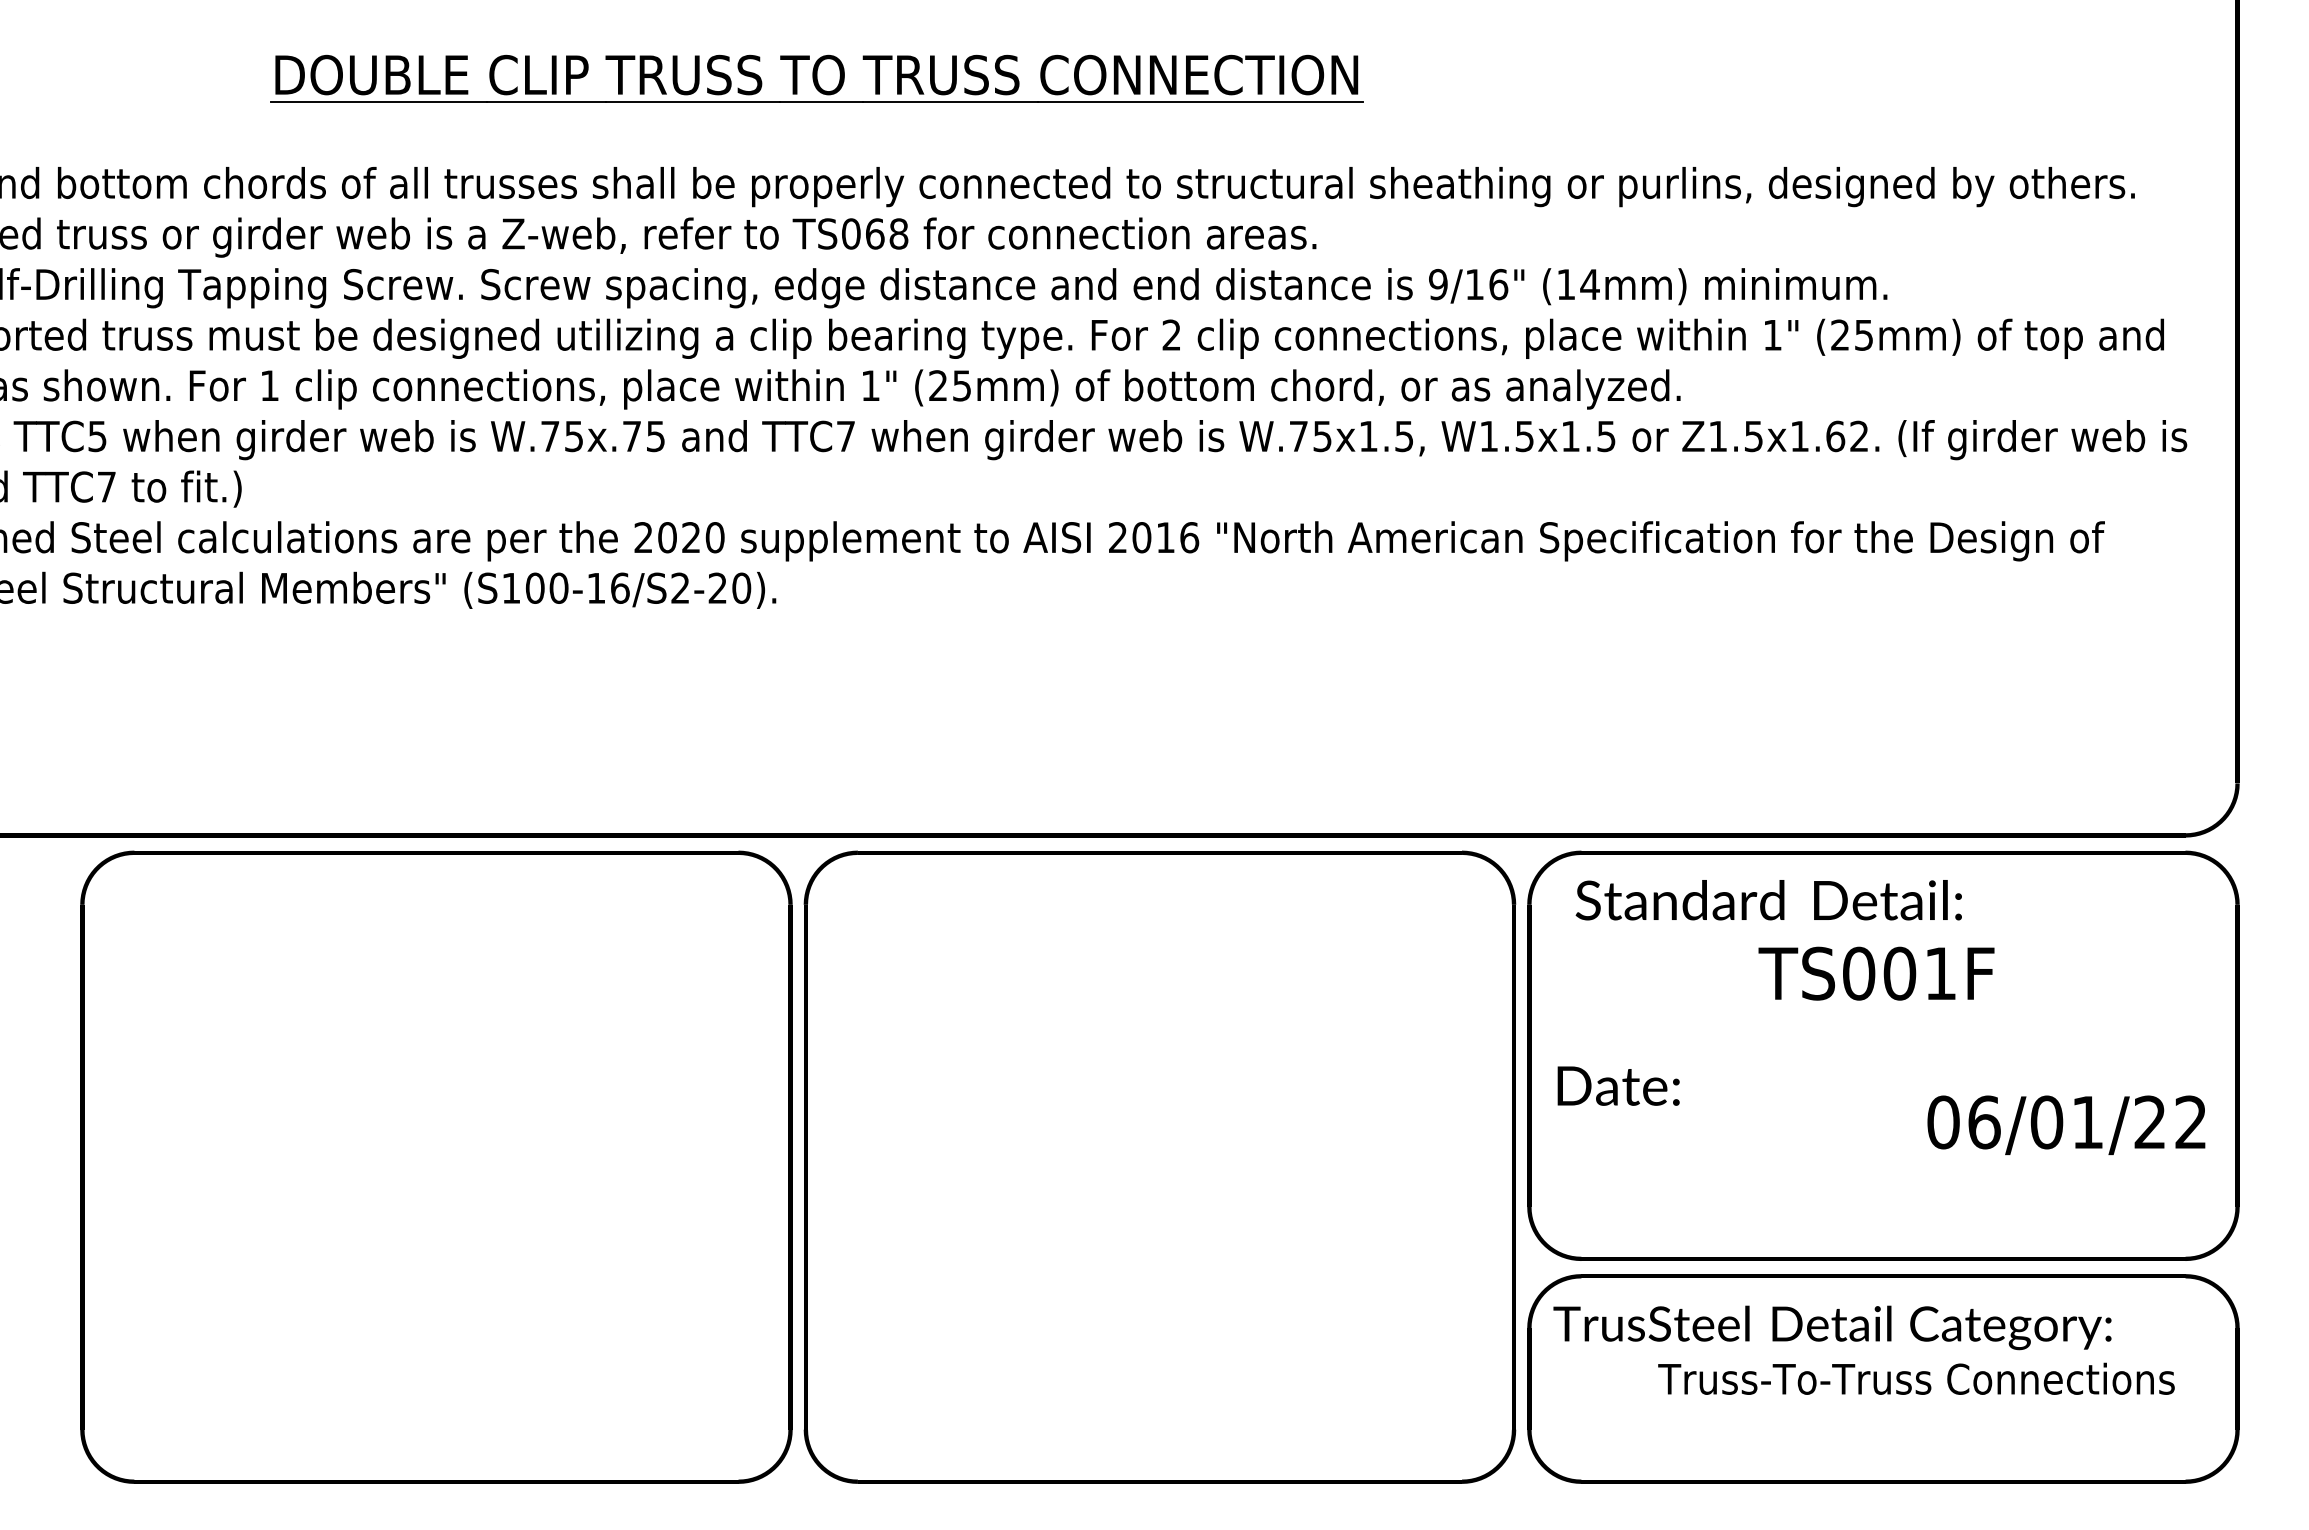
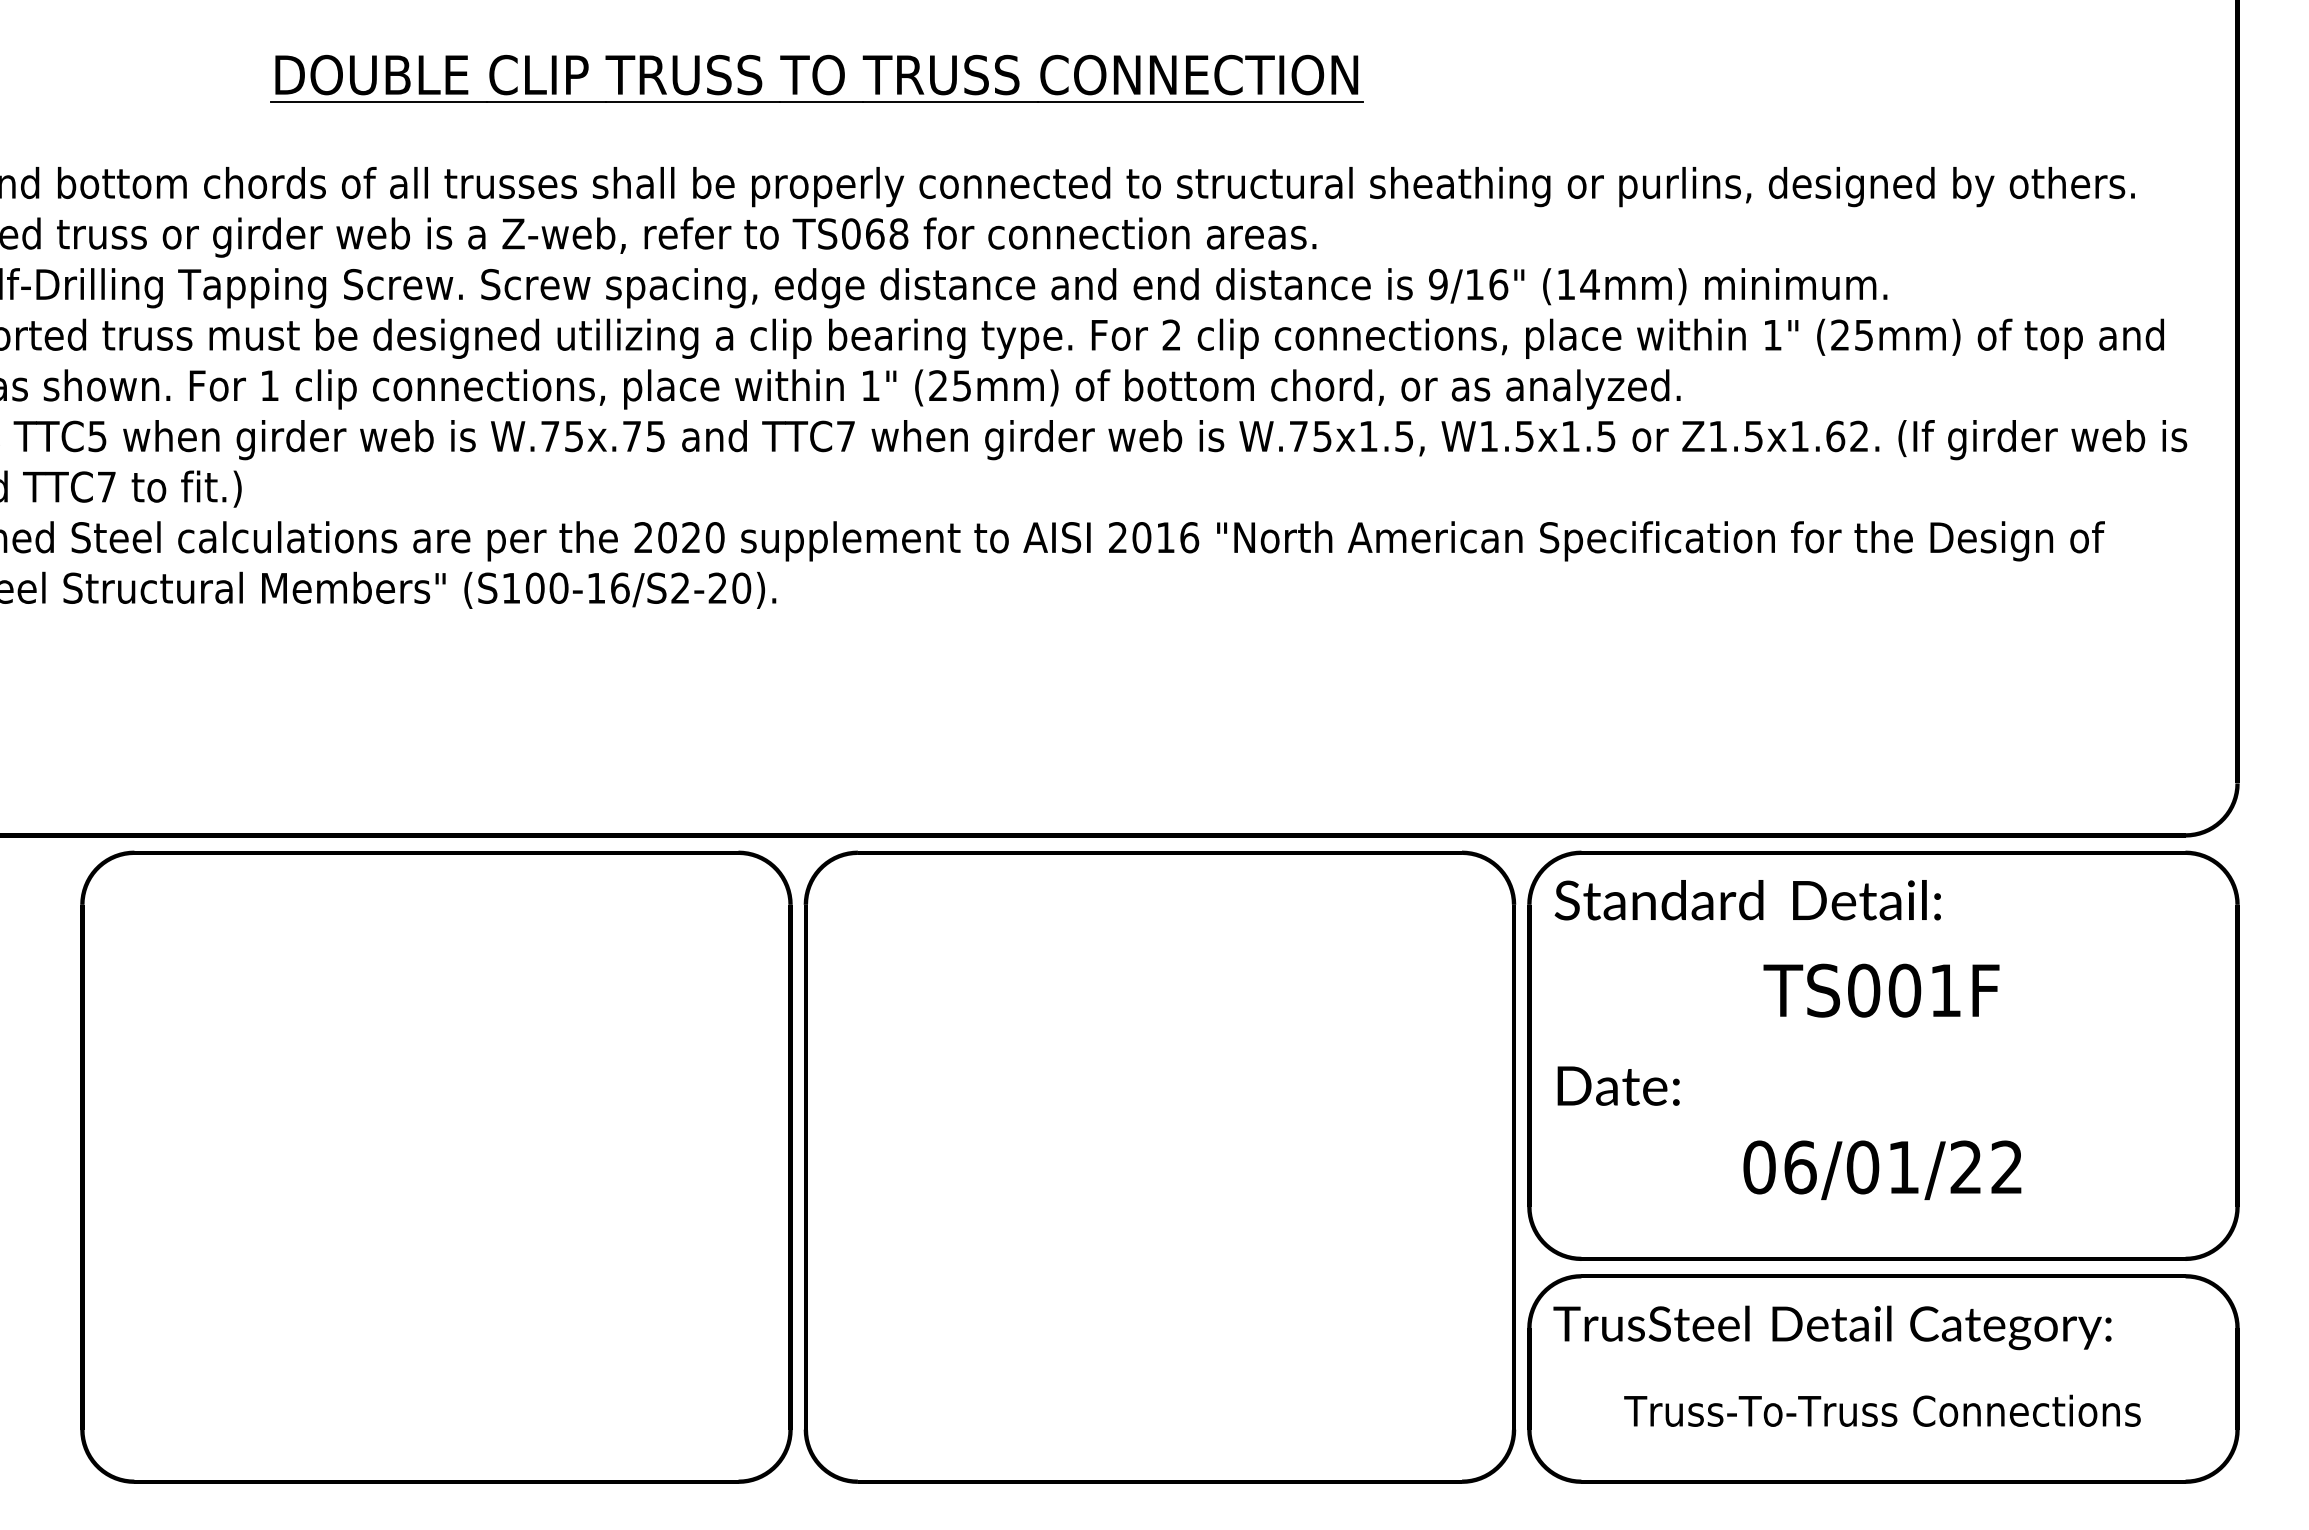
text at (1768, 900) position: (1768, 900) -> (1747, 900)
text at (1876, 973) position: (1876, 973) -> (1881, 990)
text at (2066, 1125) position: (2066, 1125) -> (1882, 1170)
text at (1916, 1378) position: (1916, 1378) -> (1882, 1410)
